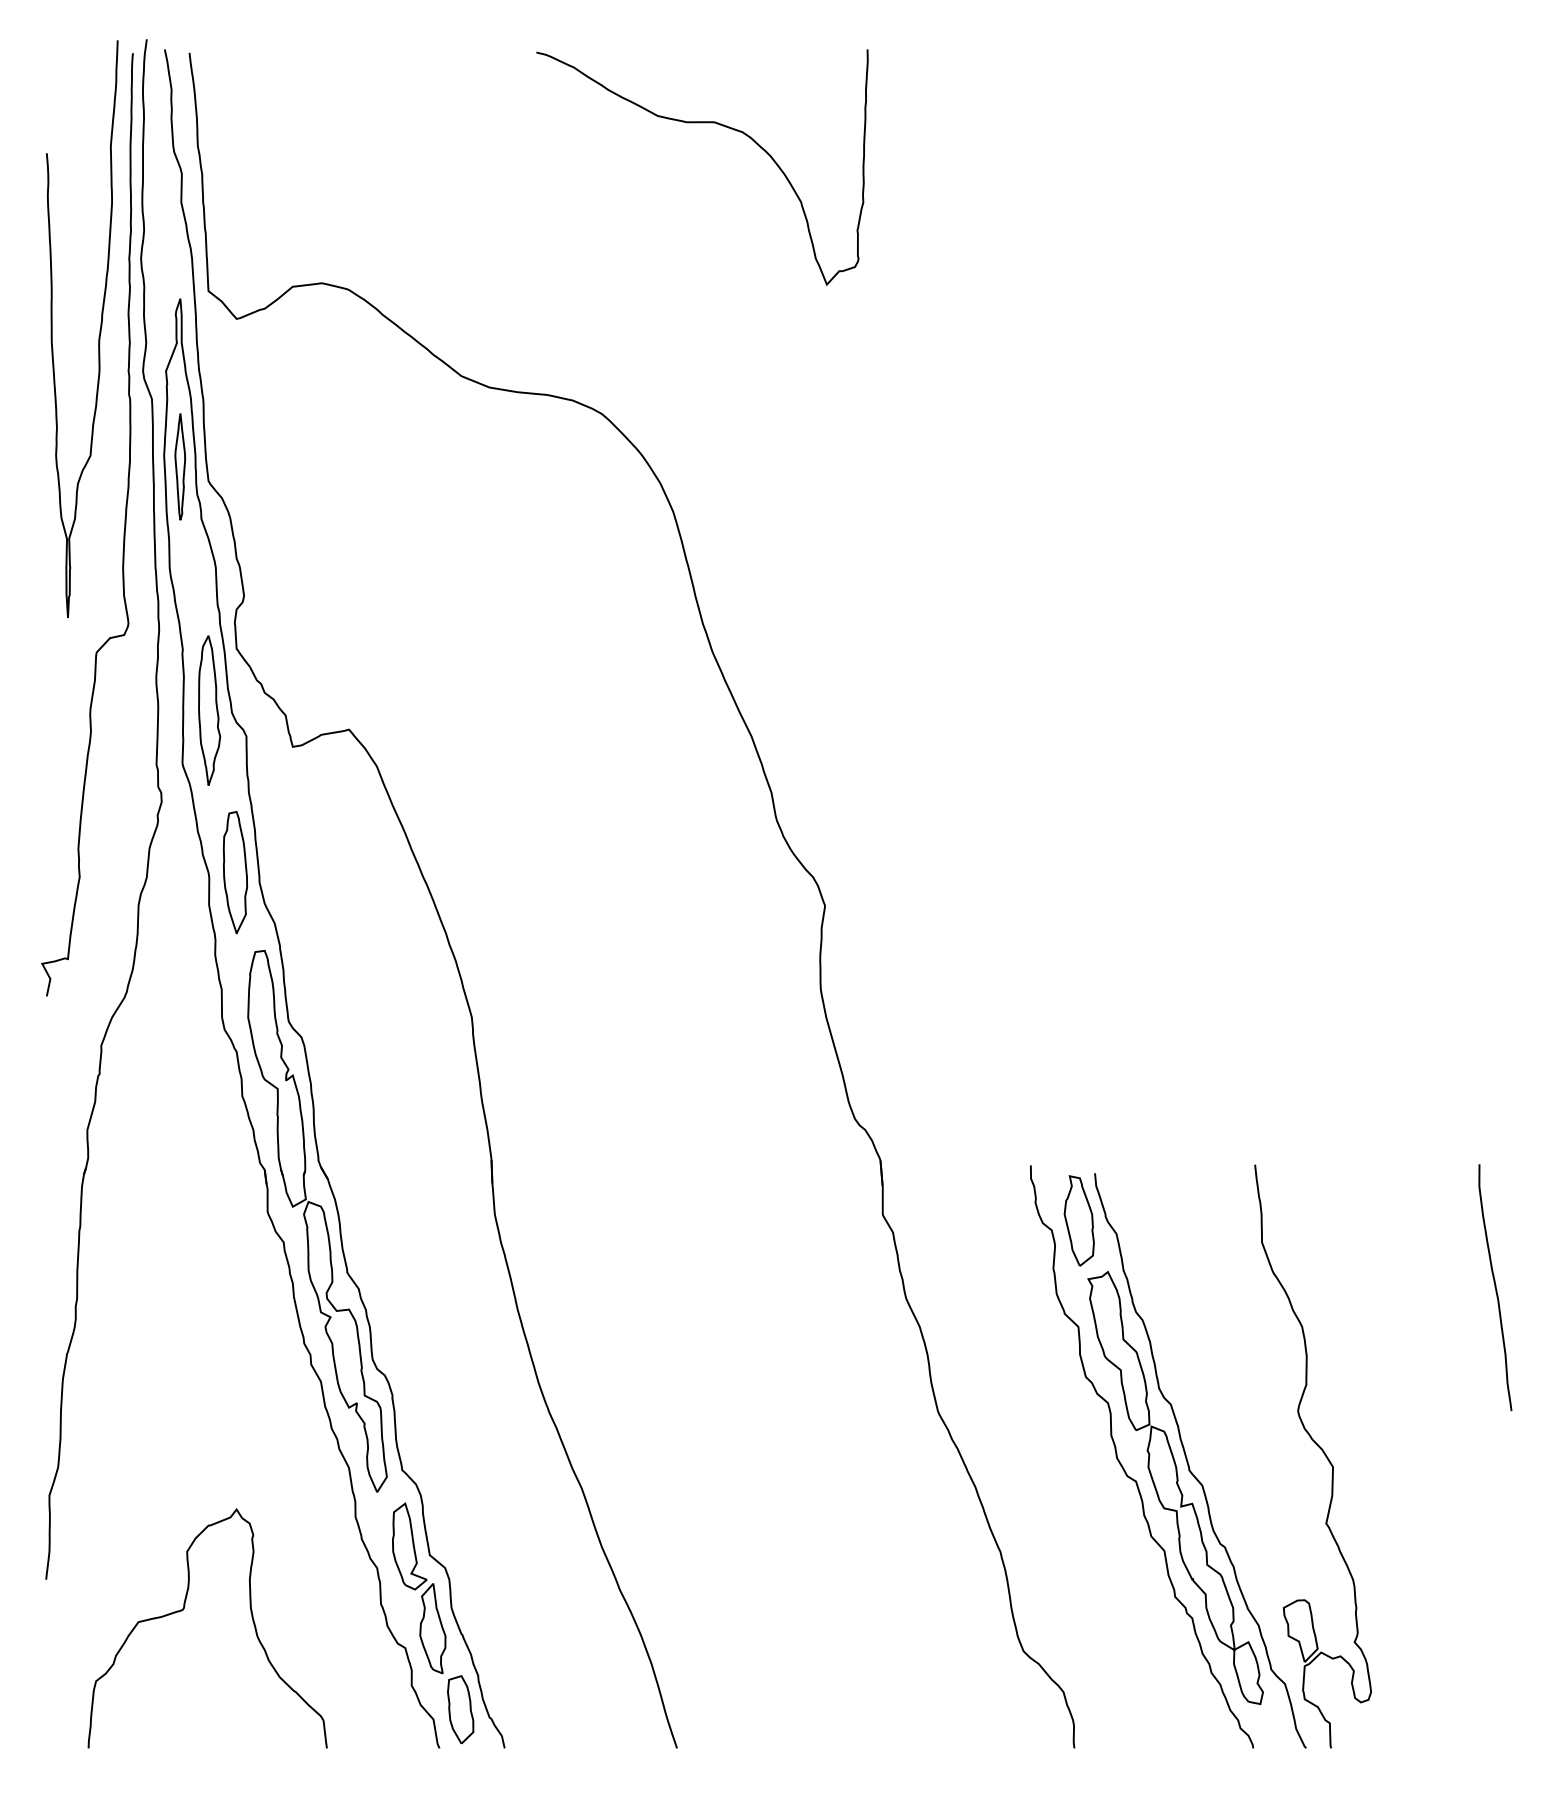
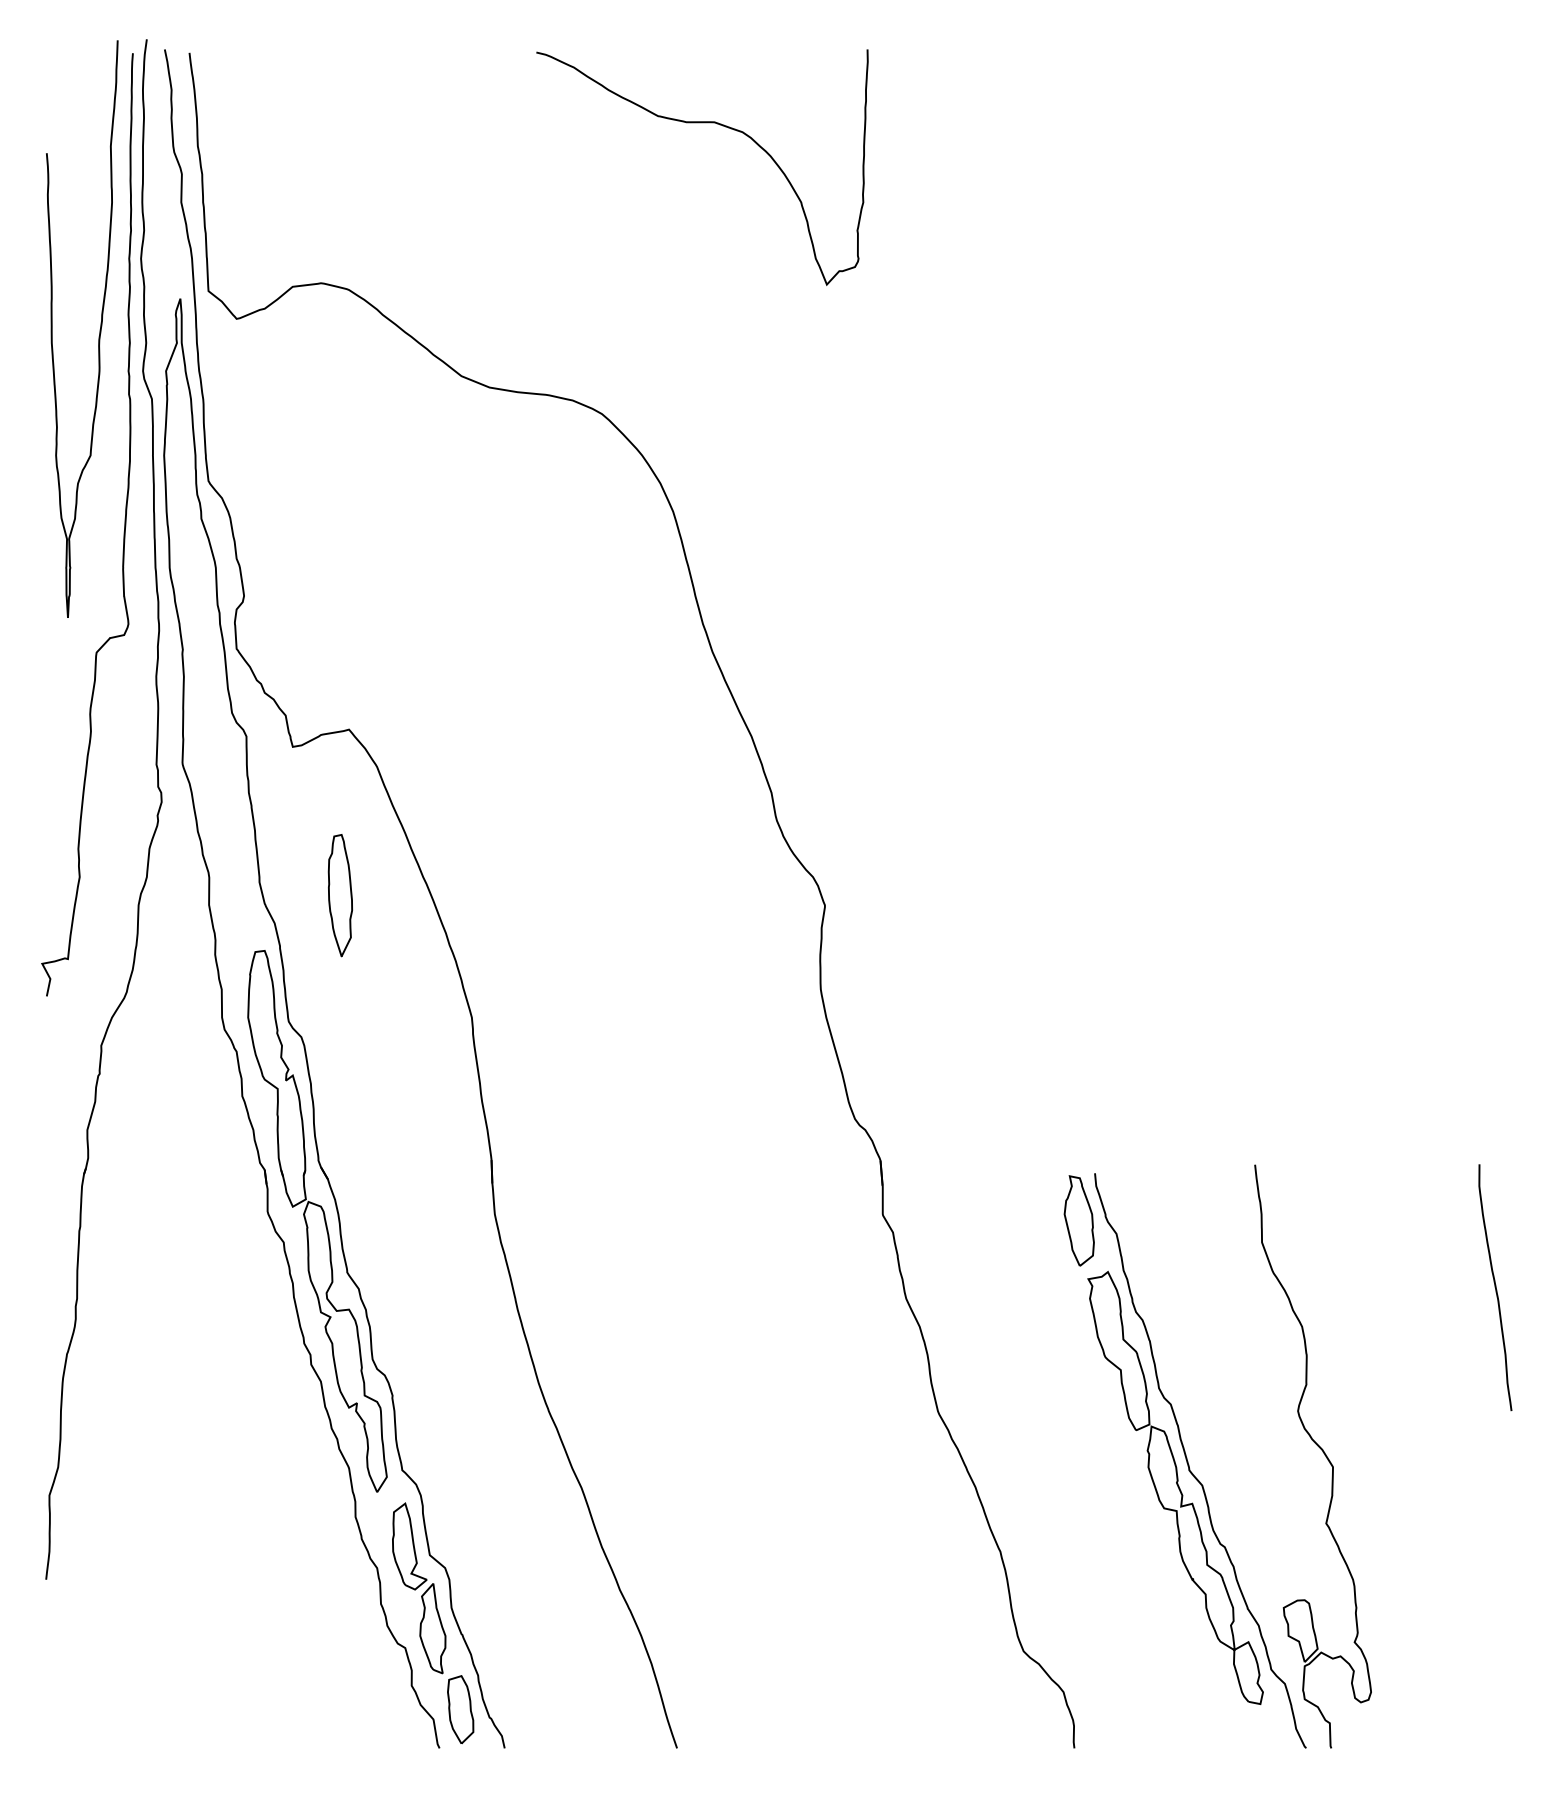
part at (179, 466): present -> none
part at (209, 710): present -> none
part at (234, 872) position: (234, 872) -> (339, 895)
curve at (1123, 1466): present -> none
curve at (184, 1609): present -> none
